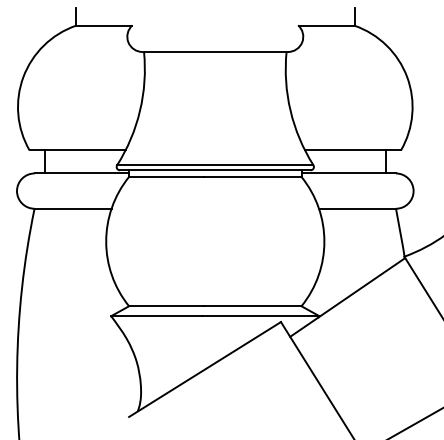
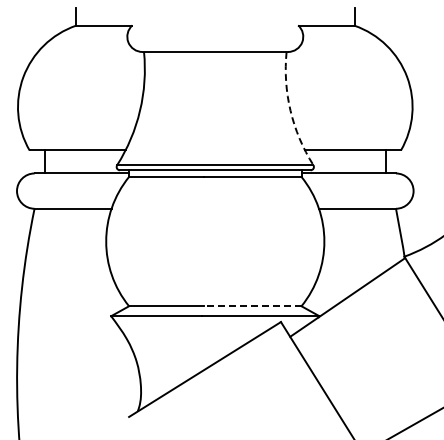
arc at (290, 110): solid -> dashed
line at (252, 306): solid -> dashed
